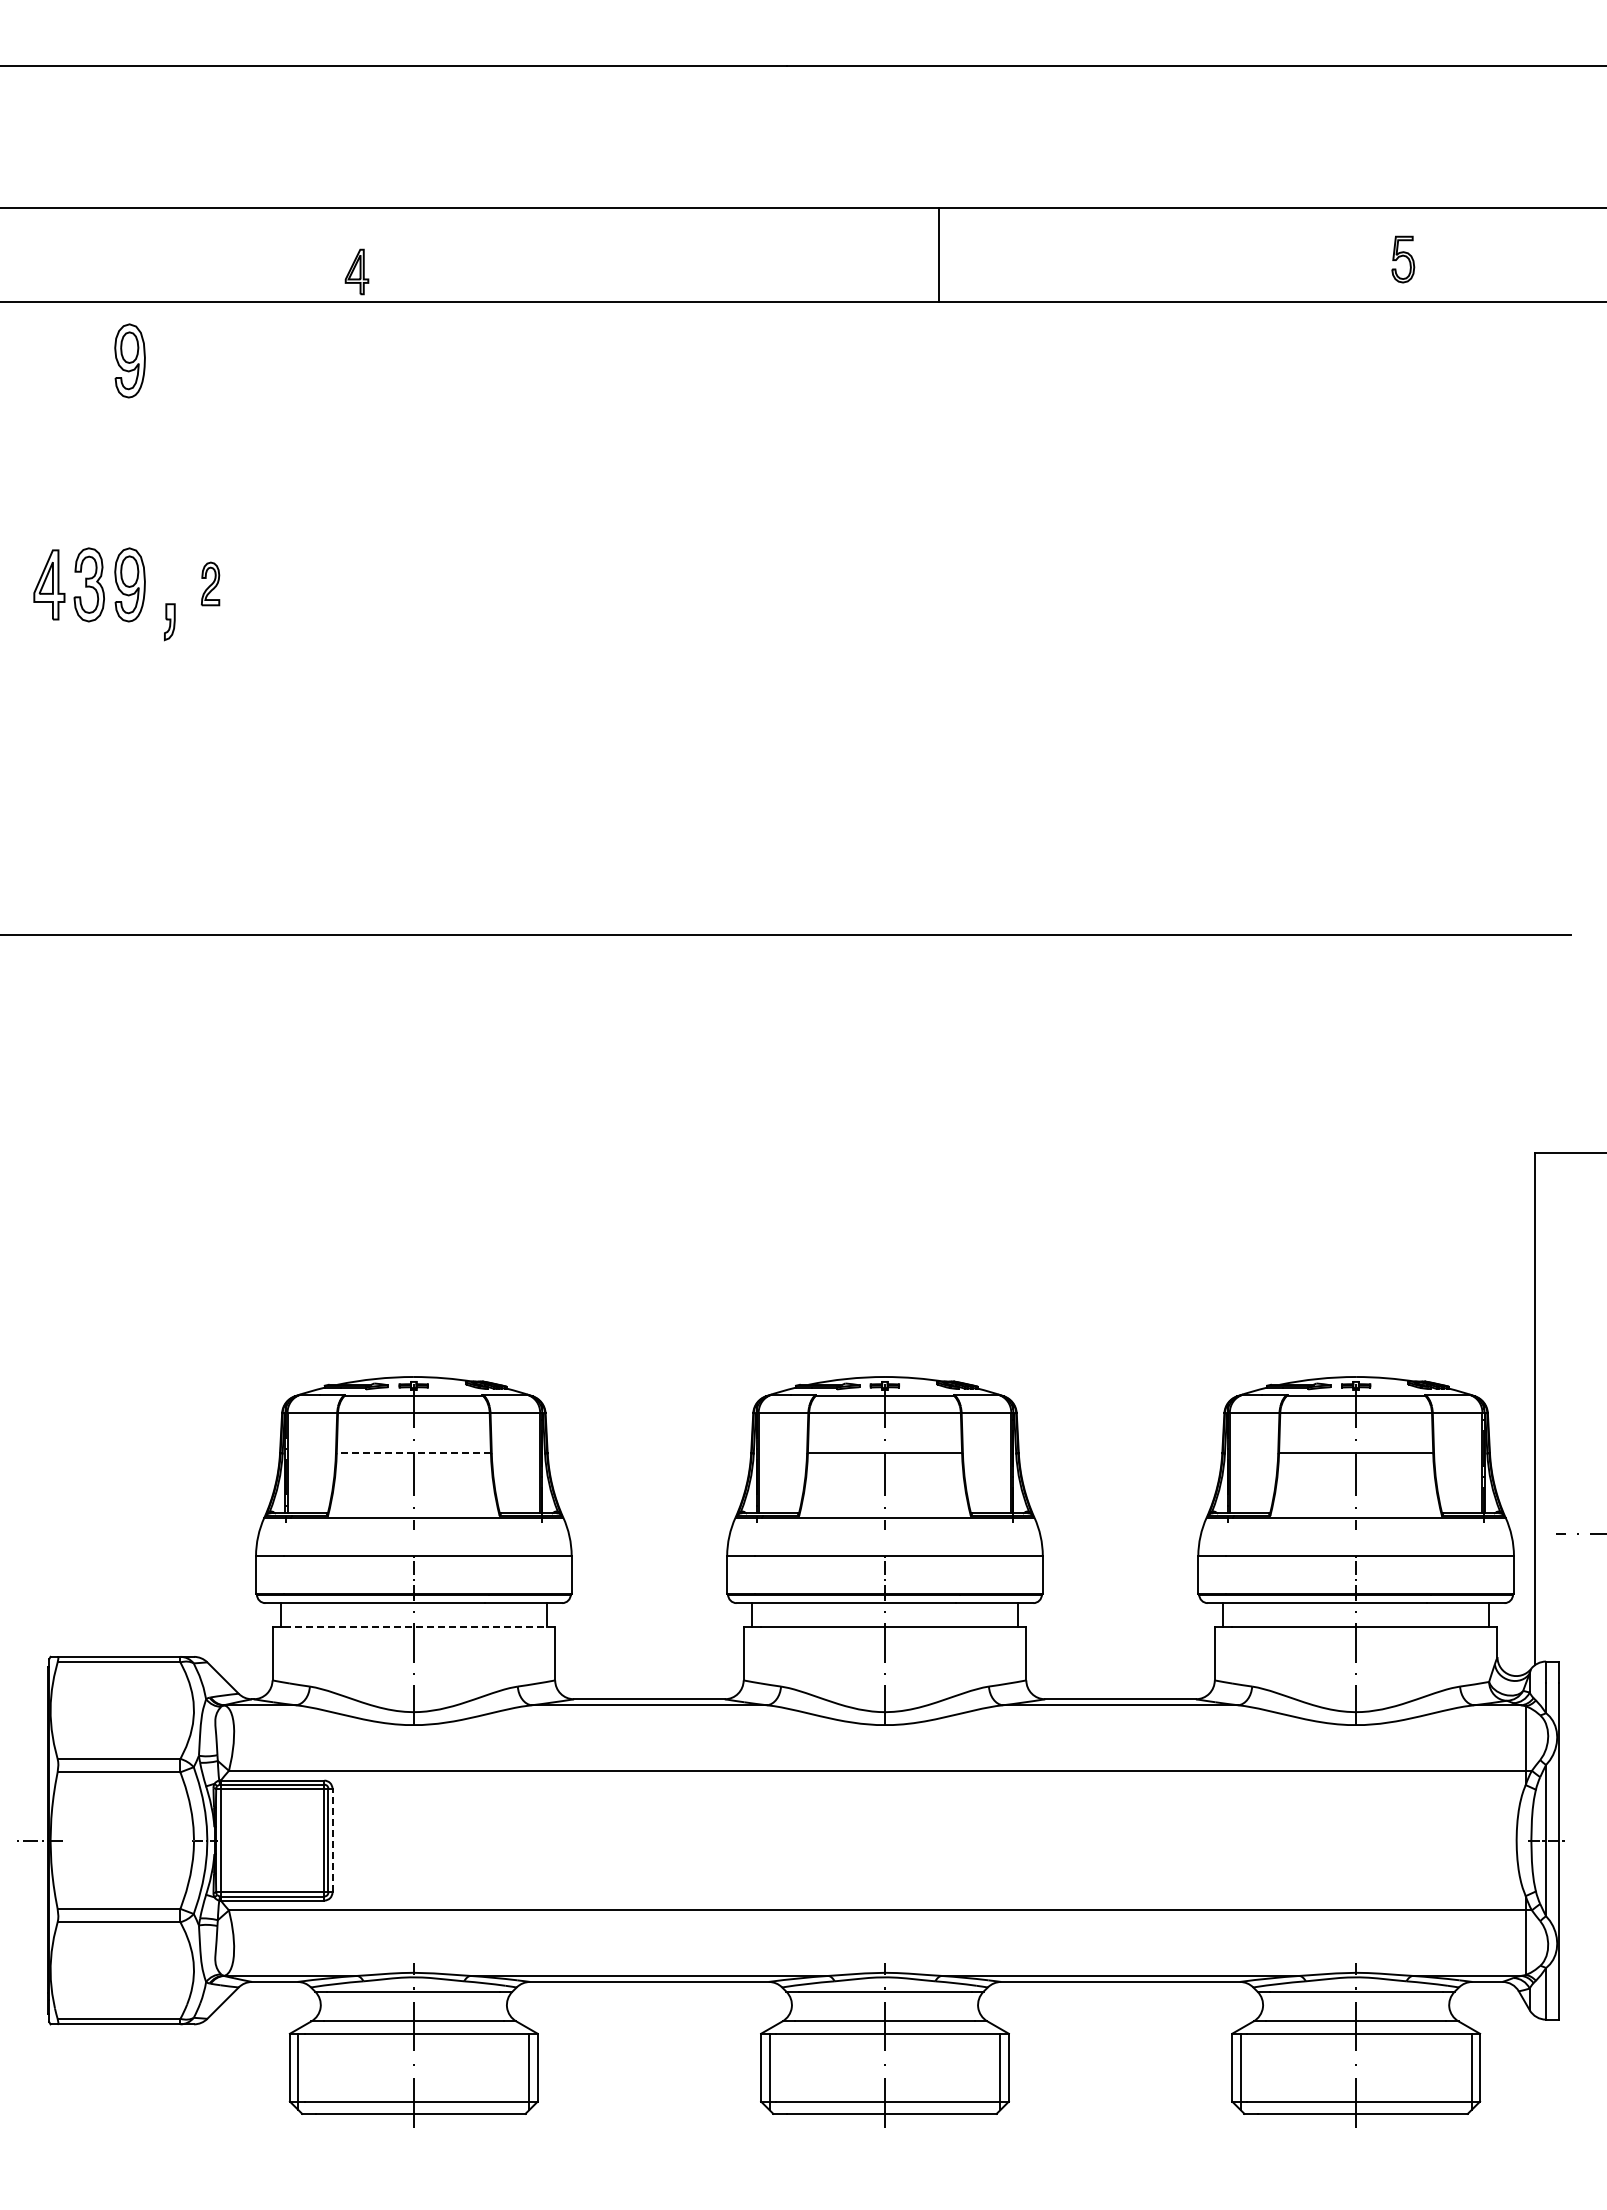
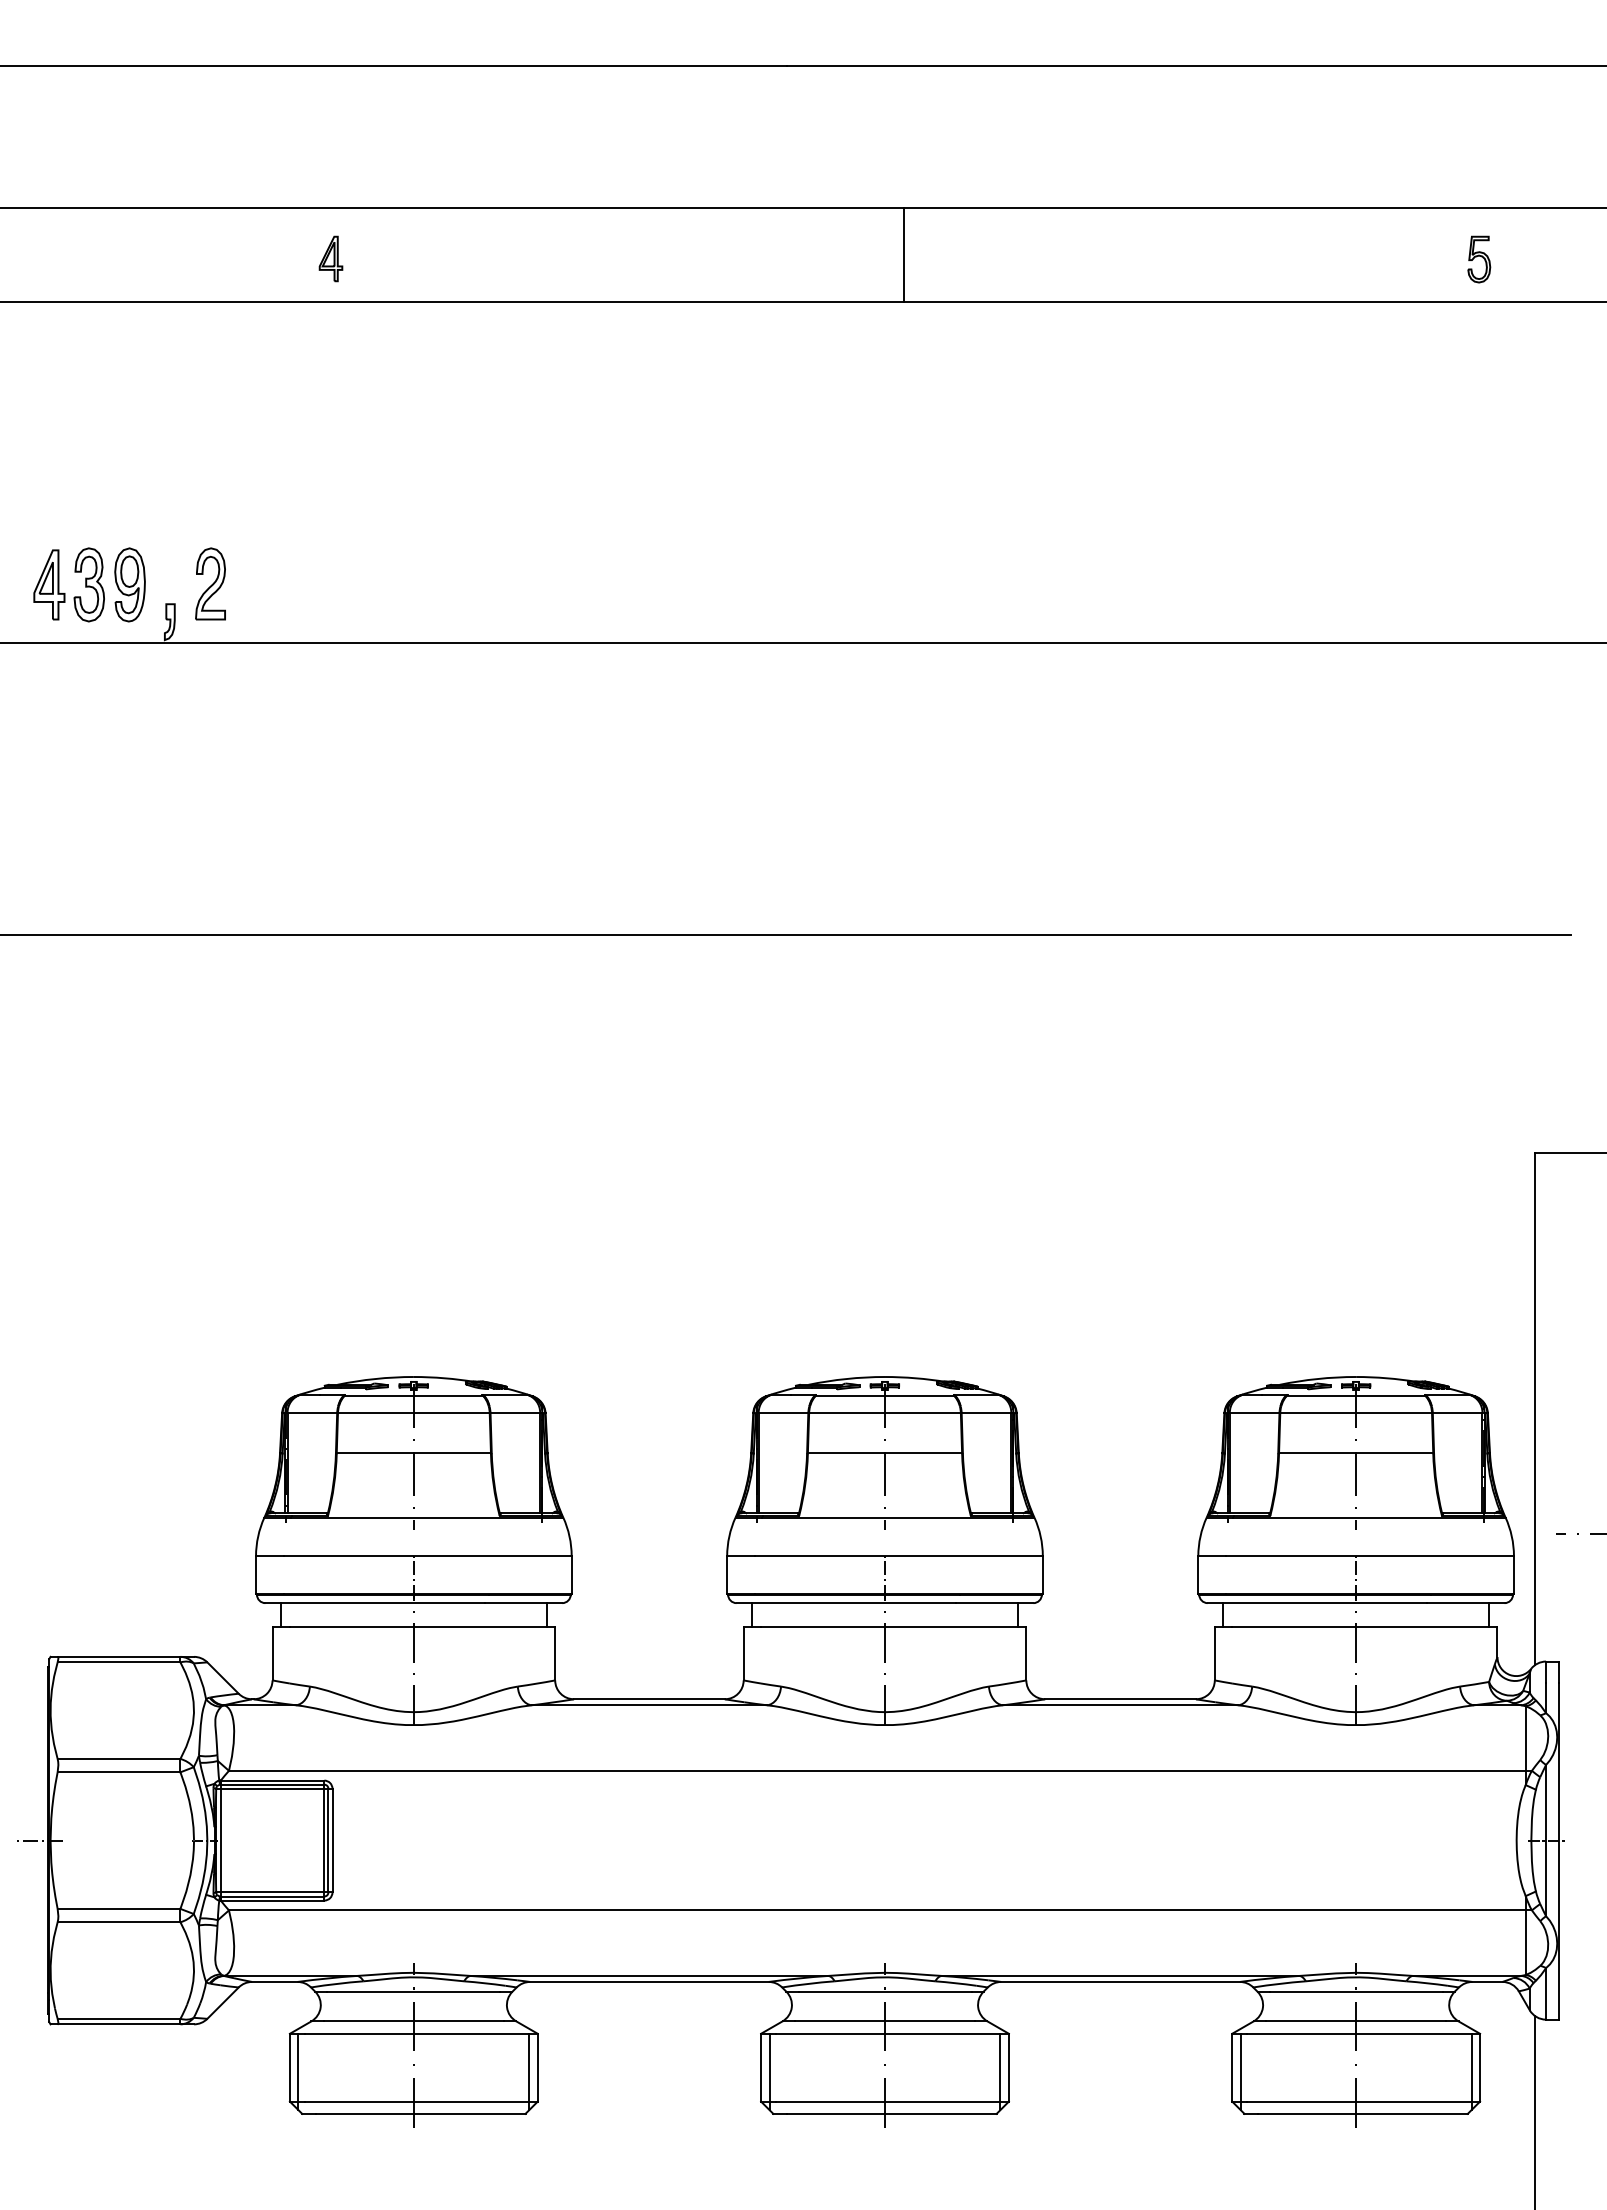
line at (939, 254) position: (939, 254) -> (904, 254)
part at (1403, 259) position: (1403, 259) -> (1479, 259)
part at (356, 271) position: (356, 271) -> (330, 258)
part at (129, 360): present -> none
part at (210, 583) size: 21x46 px -> 31x74 px
line at (802, 643): none -> present
line at (413, 1453): dashed -> solid
line at (422, 1626): dashed -> solid
line at (332, 1840): dashed -> solid
line at (1535, 2111): none -> present
